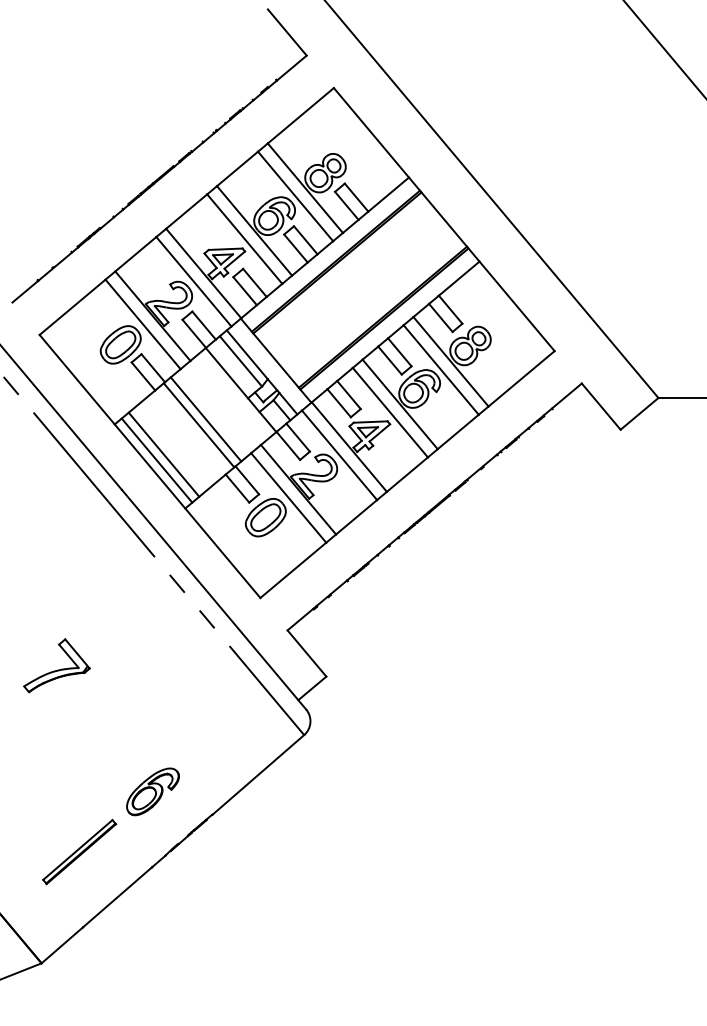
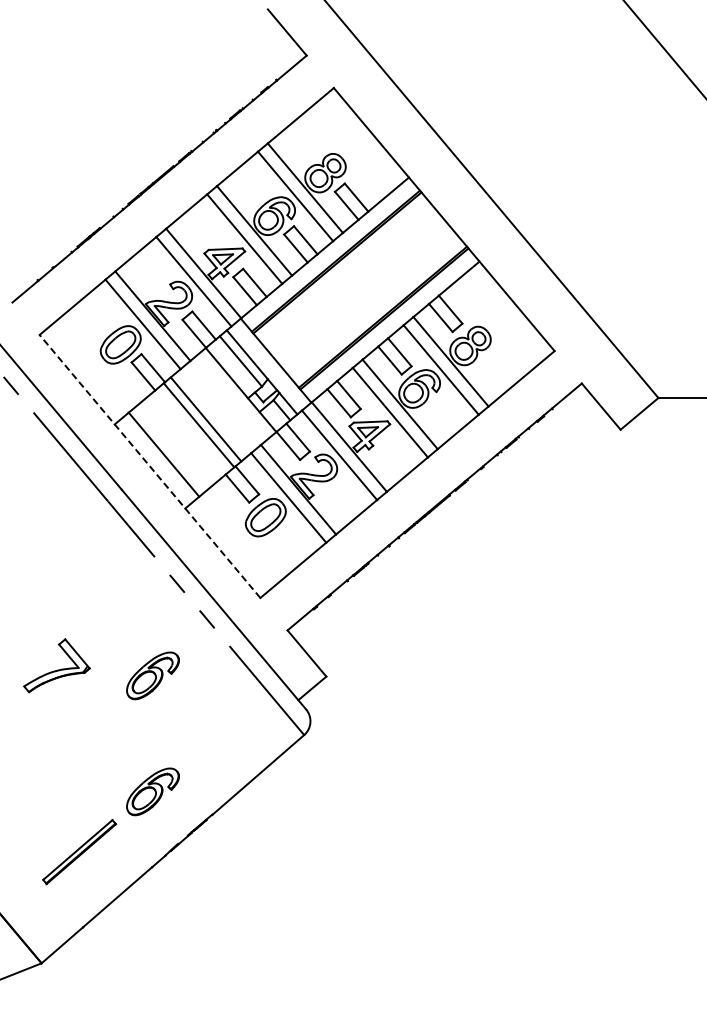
line at (156, 460): present -> none
line at (150, 466): solid -> dashed
part at (152, 675): none -> present
